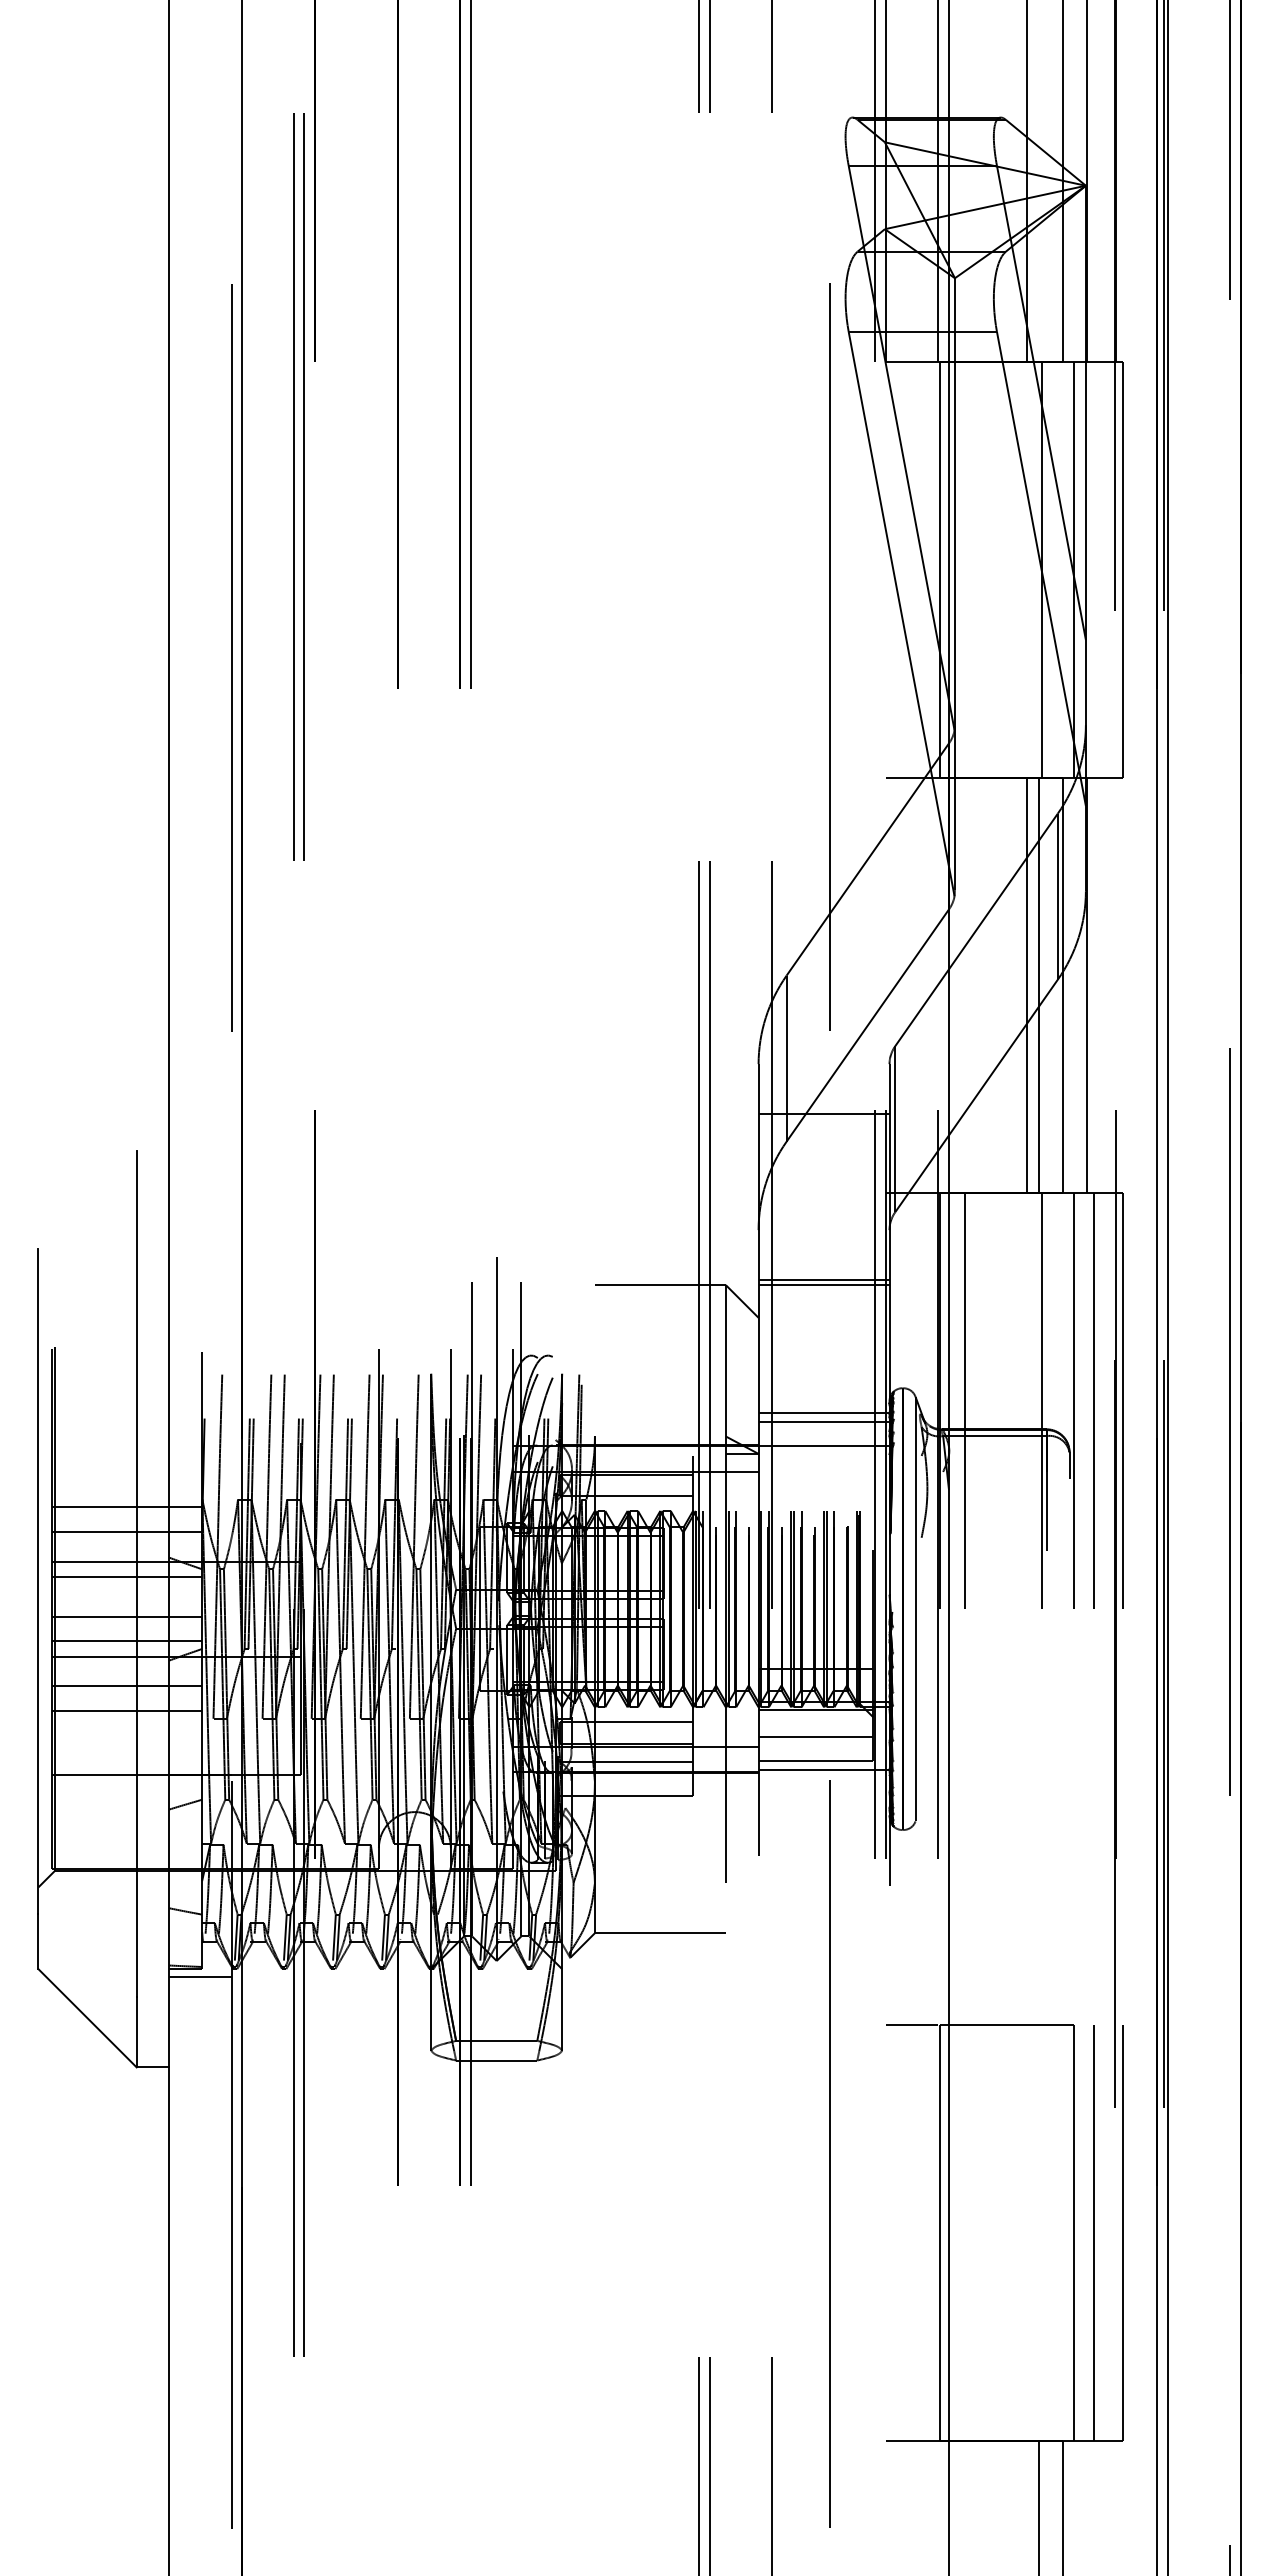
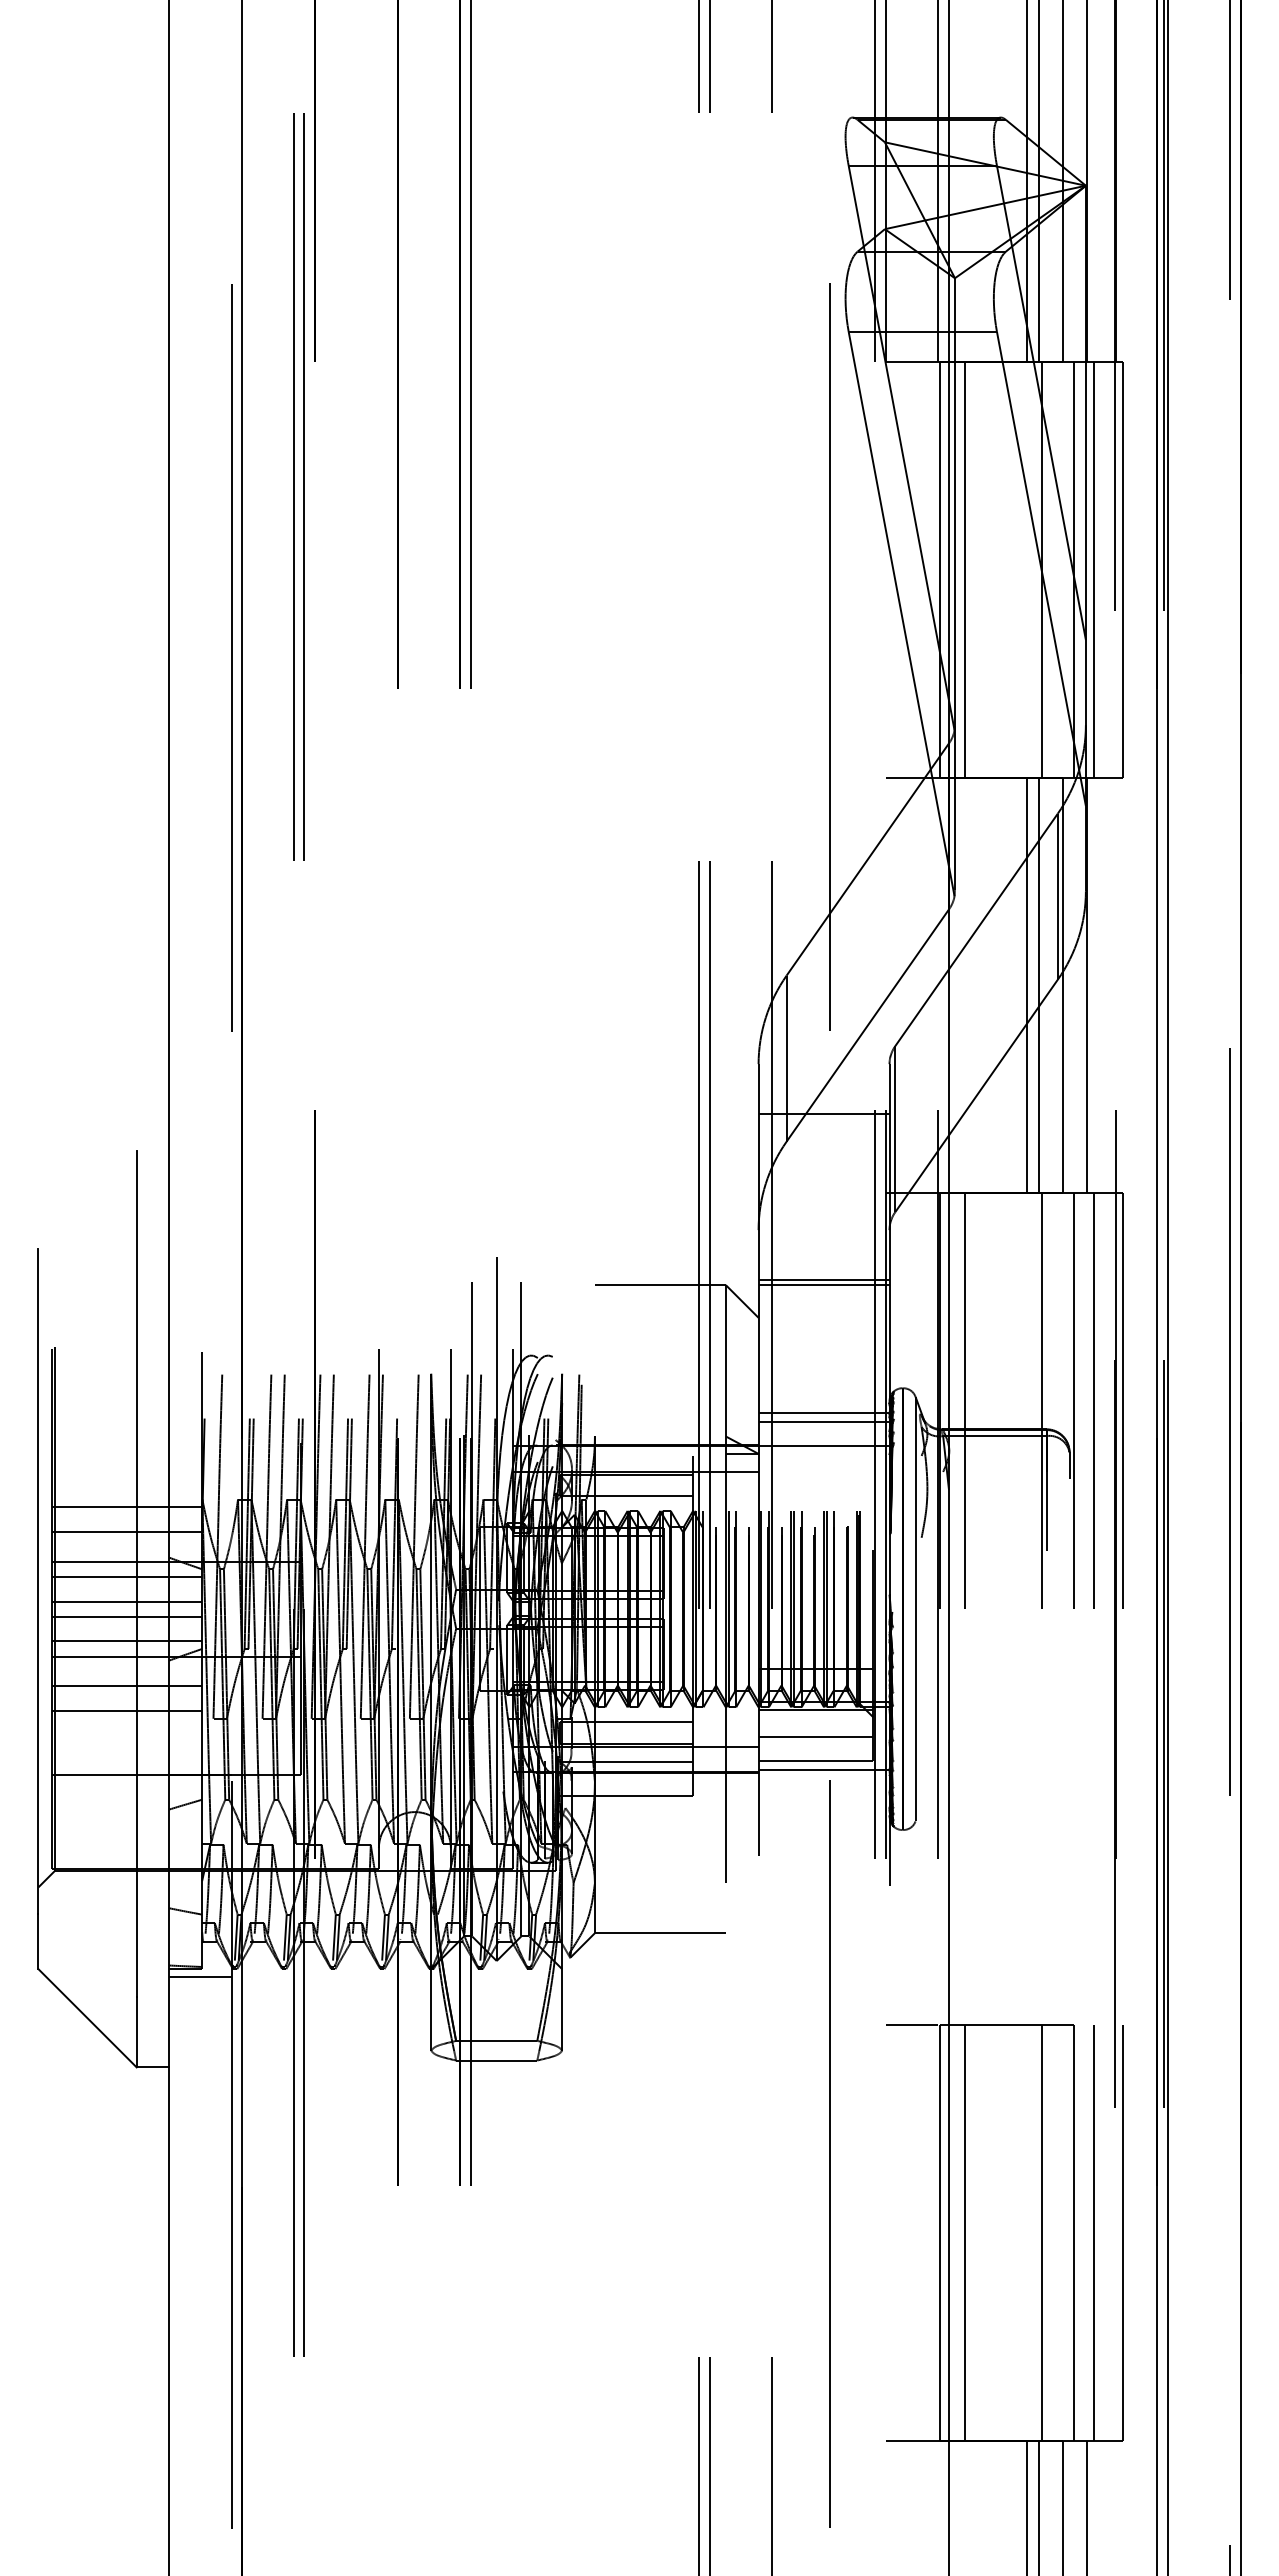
line at (1038, 182): none -> present
line at (964, 569): none -> present
line at (1093, 569): none -> present
line at (126, 1601): none -> present
line at (964, 2232): none -> present
line at (1041, 2232): none -> present
line at (1026, 2506): none -> present
line at (1087, 2506): none -> present
